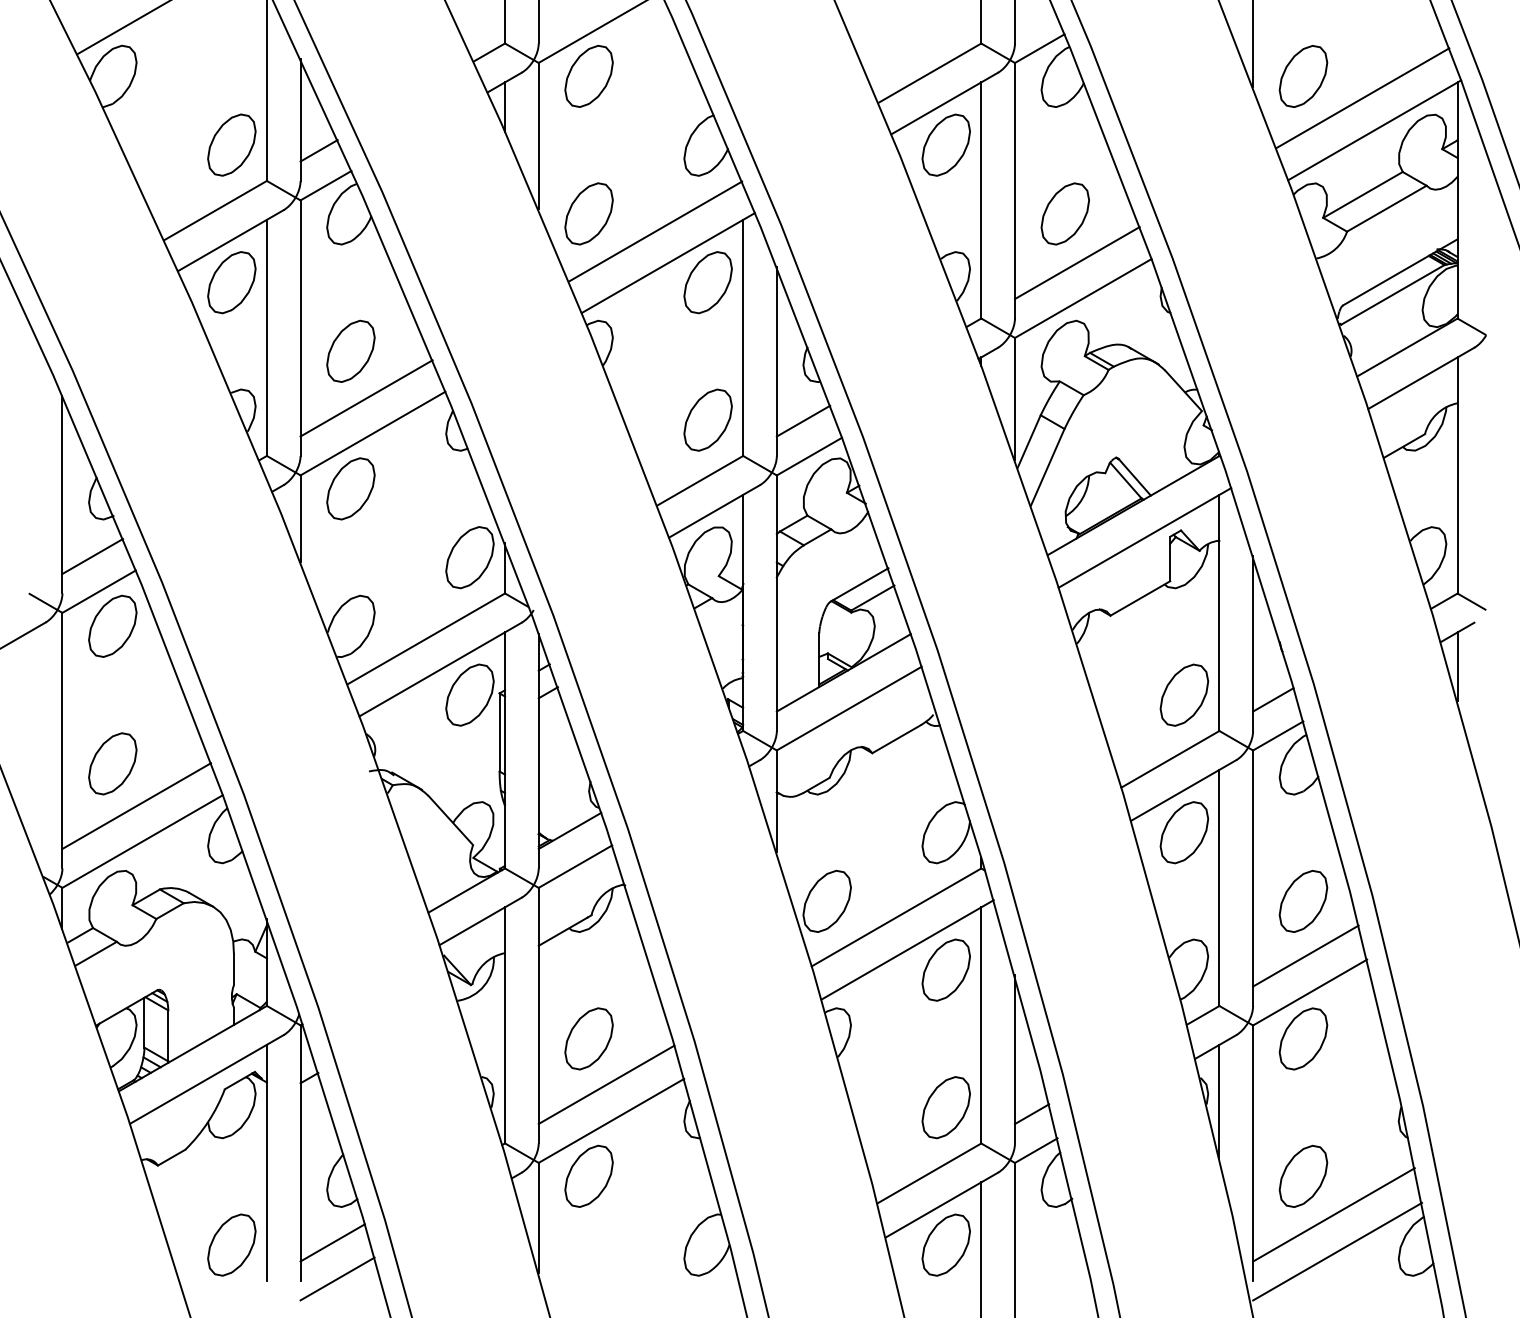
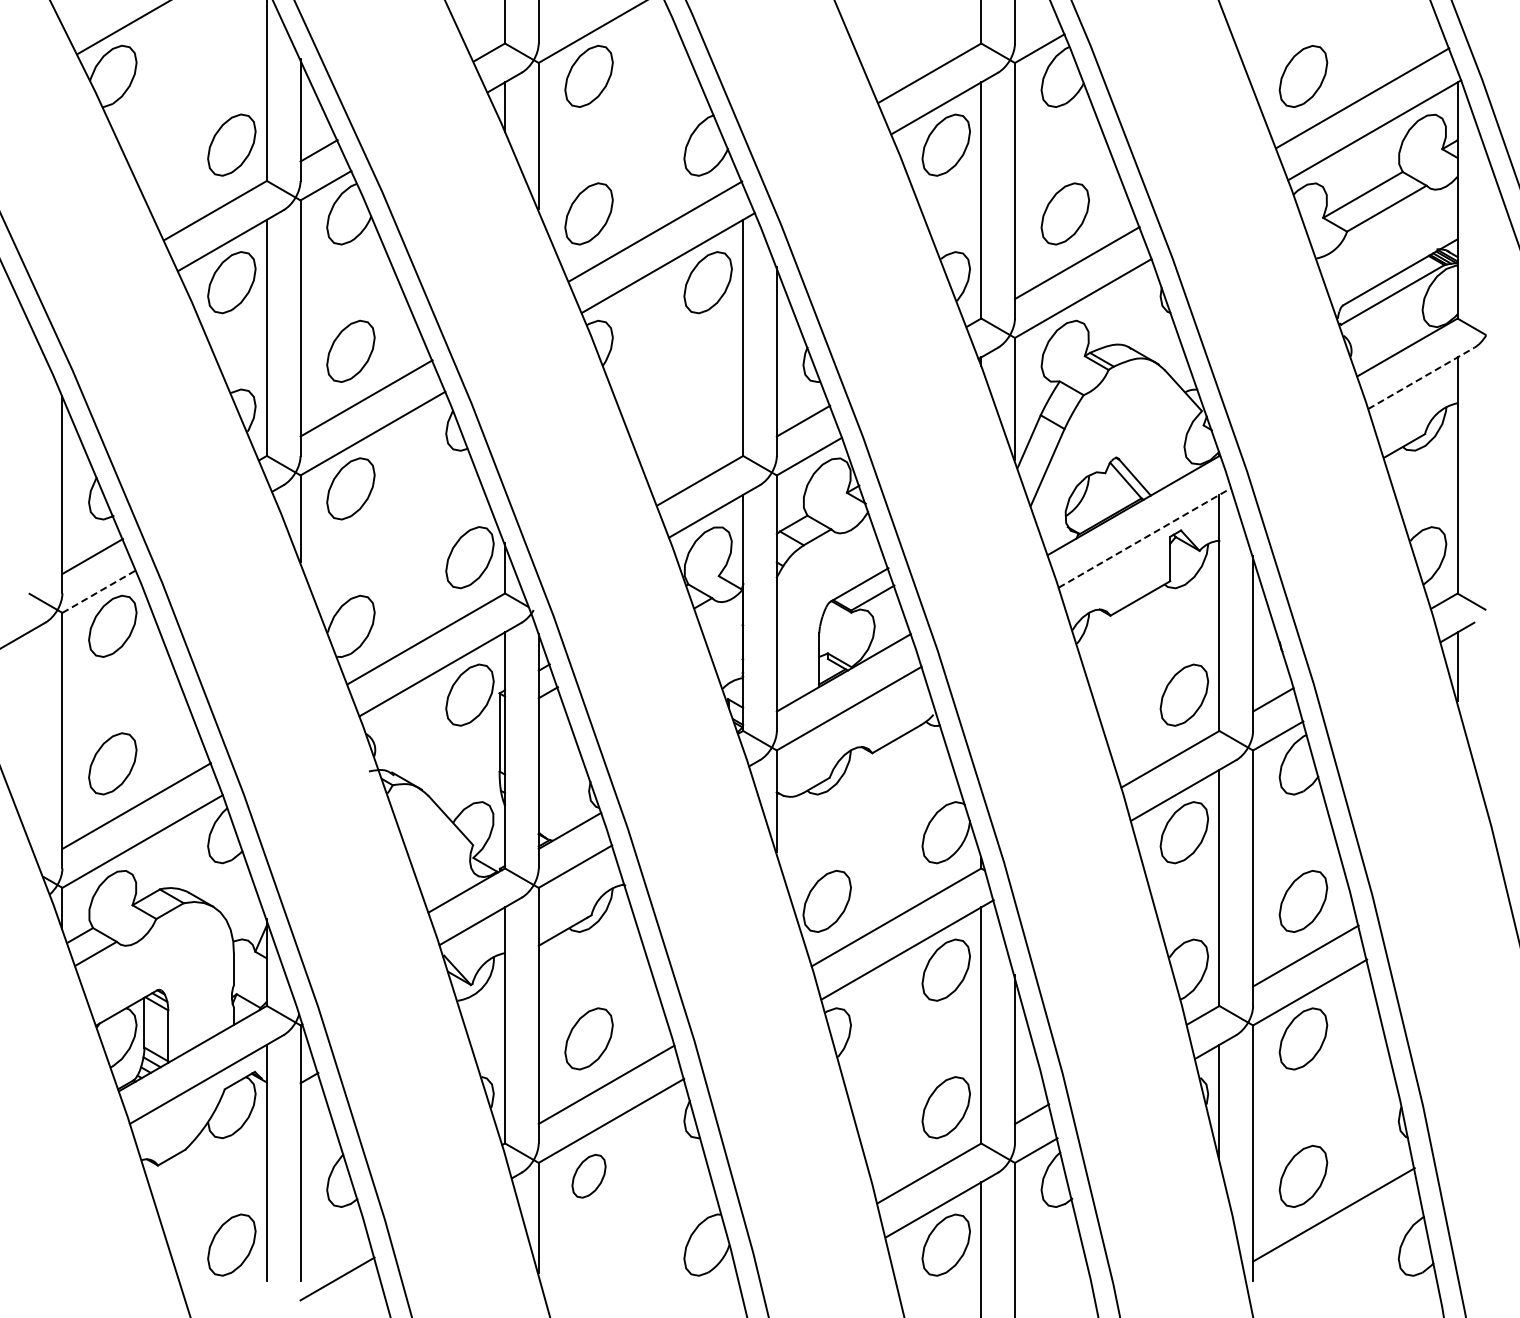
line at (1253, 44): present -> none
line at (1421, 378): solid -> dashed
part at (707, 419): present -> none
line at (1145, 537): solid -> dashed
line at (99, 591): solid -> dashed
part at (588, 1175) size: 50x64 px -> 36x46 px
line at (332, 1242): present -> none
line at (1337, 1251): present -> none
